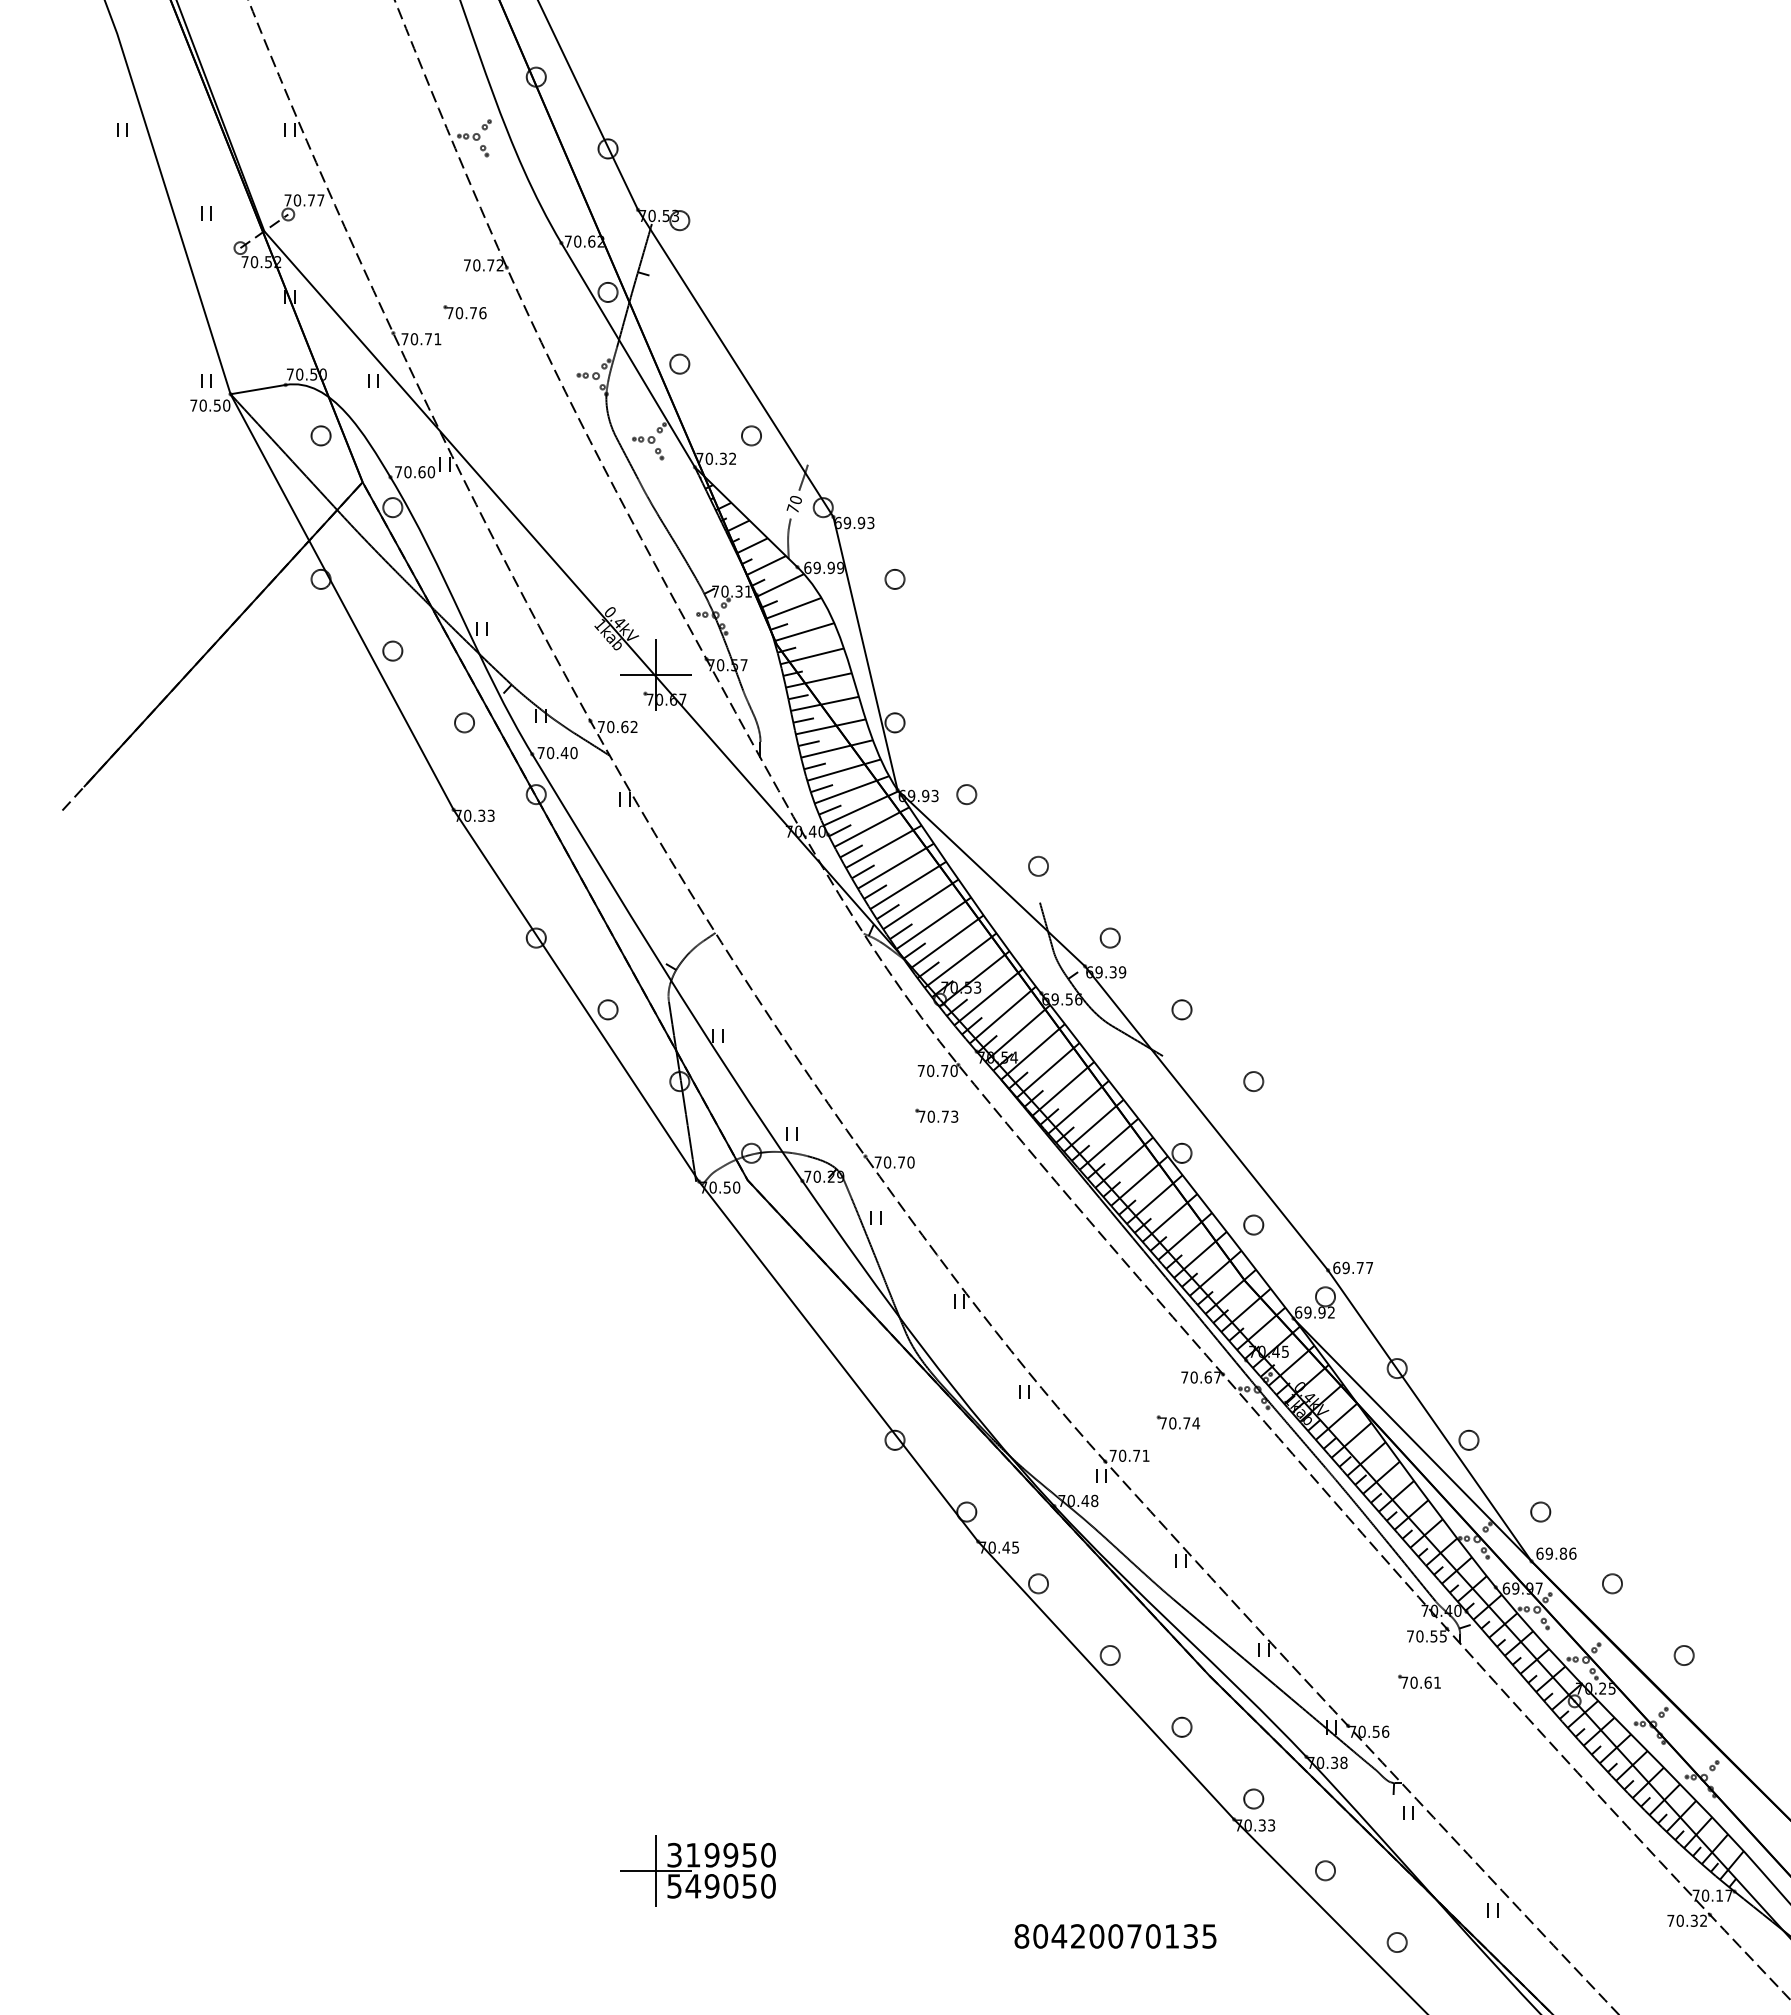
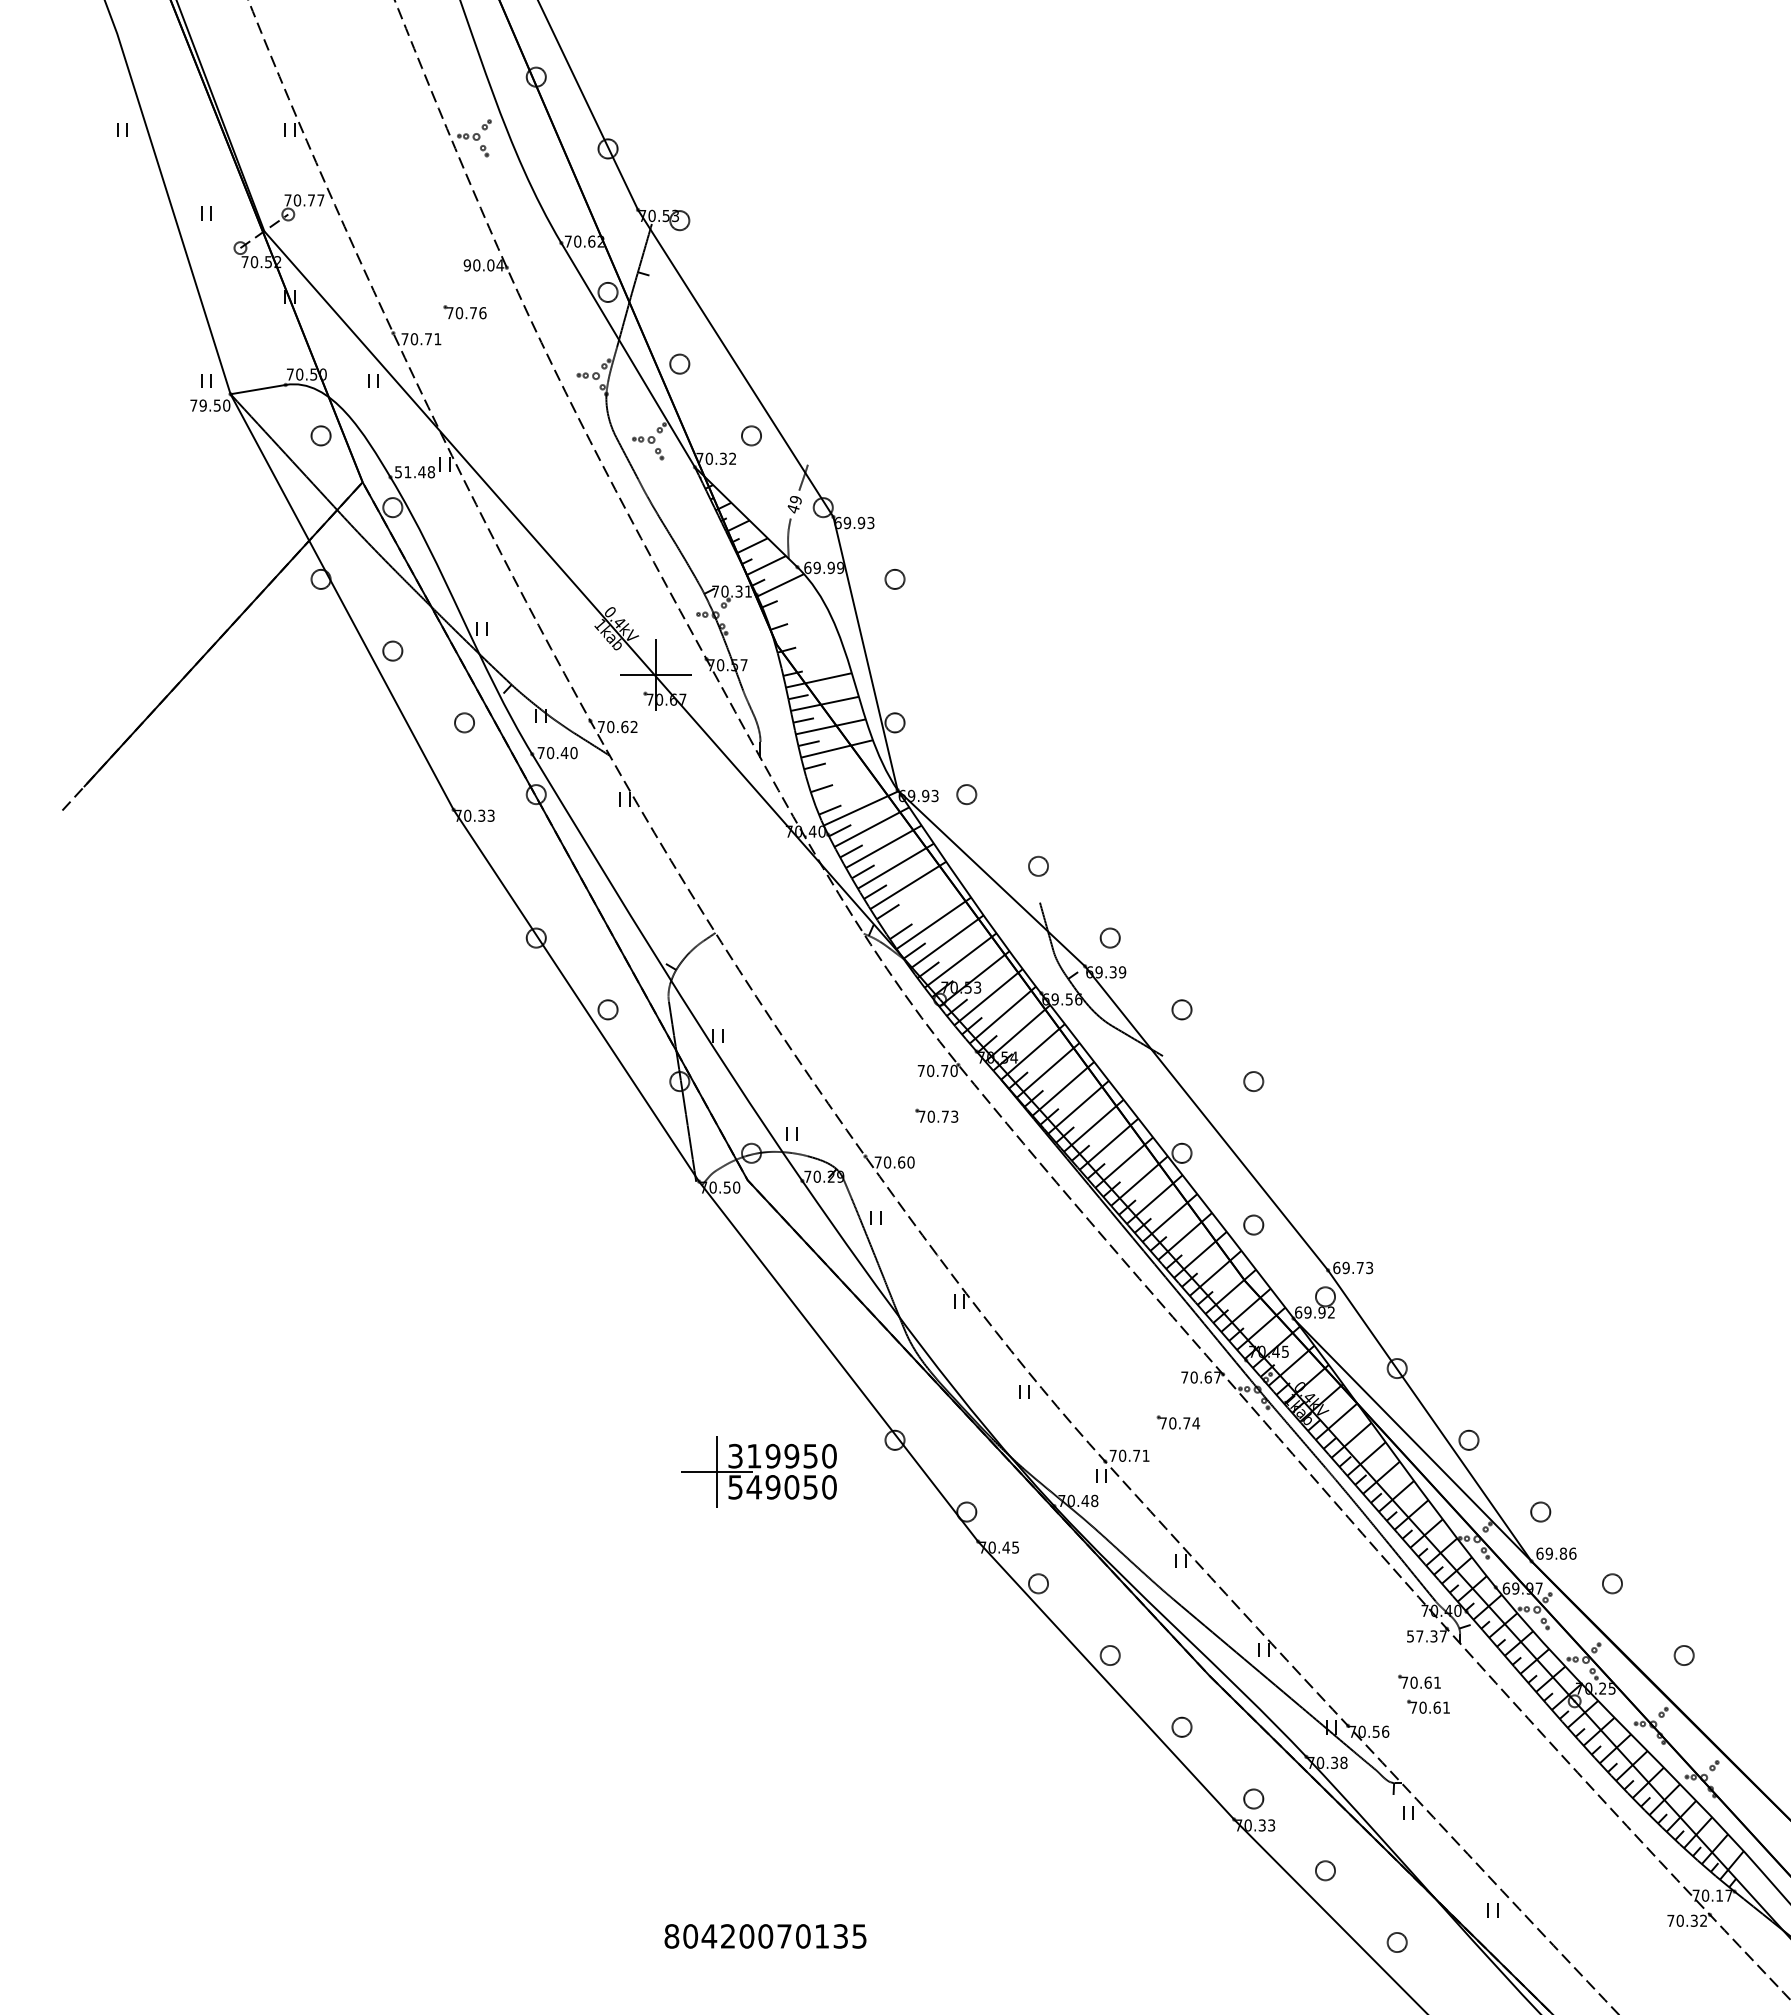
text at (483, 265): 70.72 -> 90.04
text at (202, 405): 70.50 -> 79.50
text at (415, 472): 70.60 -> 51.48
text at (793, 505): 70 -> 49
line at (793, 607): present -> none
line at (804, 632): present -> none
line at (812, 656): present -> none
line at (843, 769): present -> none
line at (851, 789): present -> none
line at (920, 904): present -> none
text at (901, 1162): 70.70 -> 70.60
text at (1369, 1267): 69.77 -> 69.73
text at (1426, 1636): 70.55 -> 57.37
part at (1428, 1706): none -> present
part at (697, 1870) position: (697, 1870) -> (758, 1471)
text at (1115, 1936) position: (1115, 1936) -> (765, 1936)
